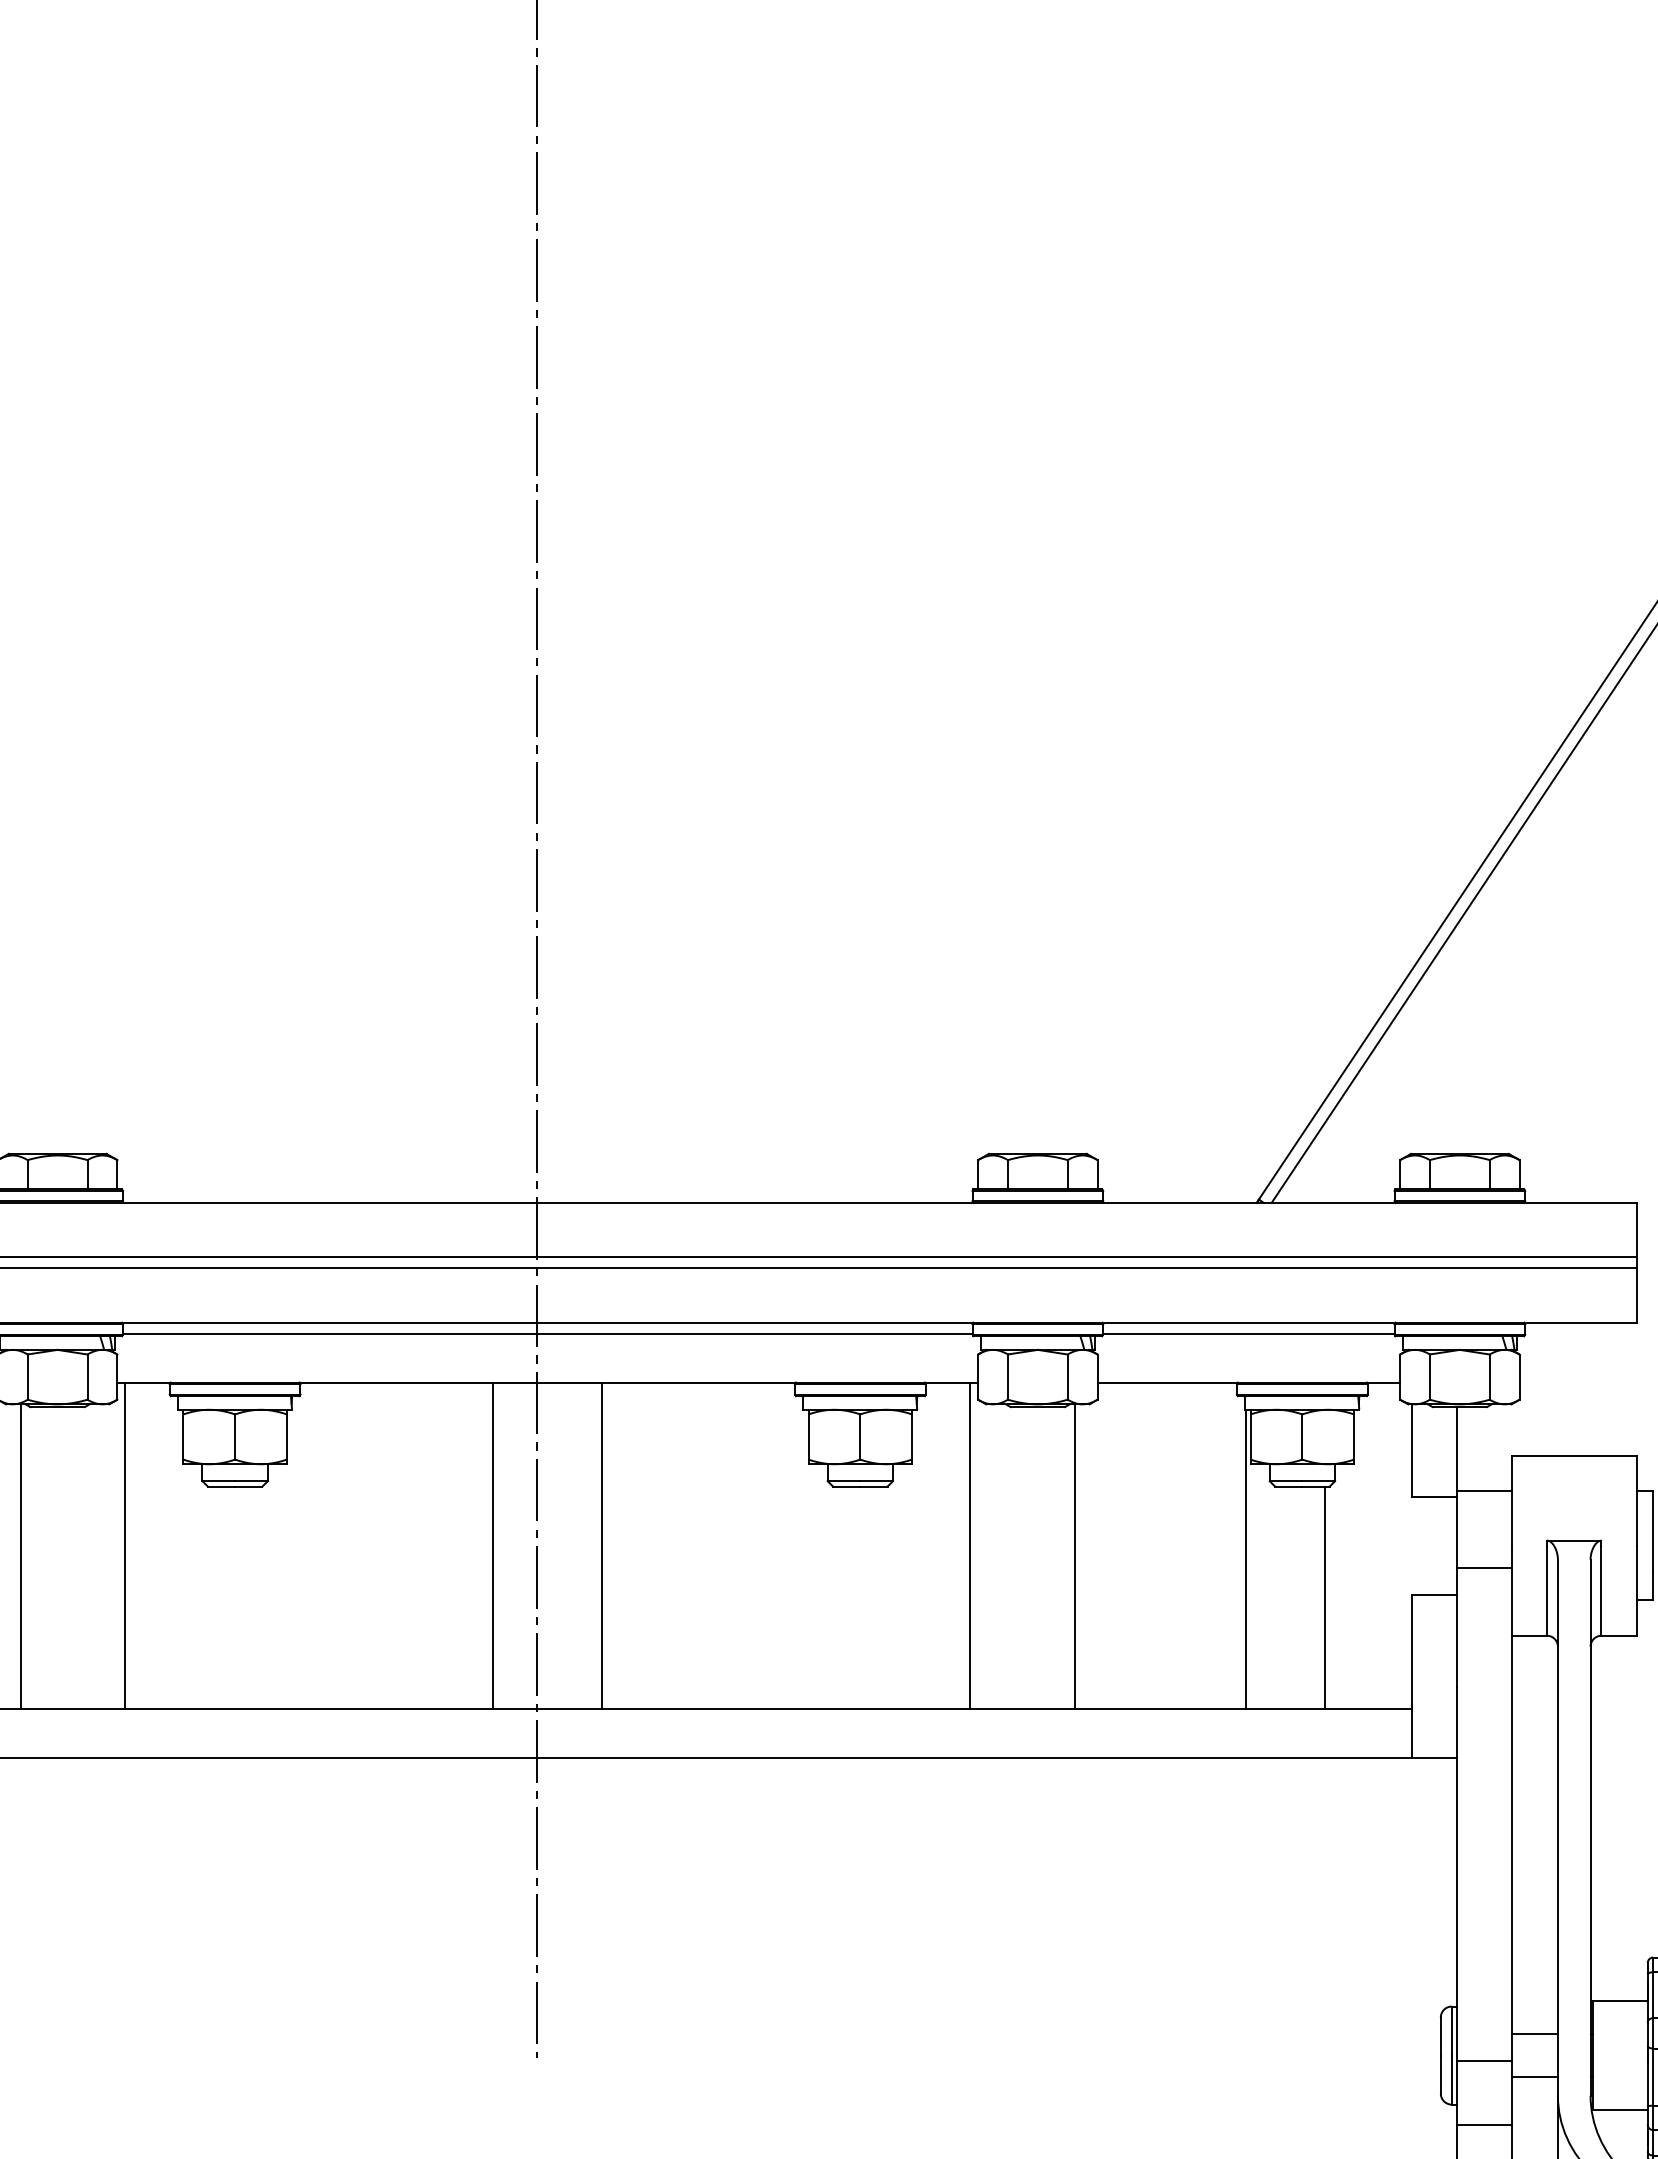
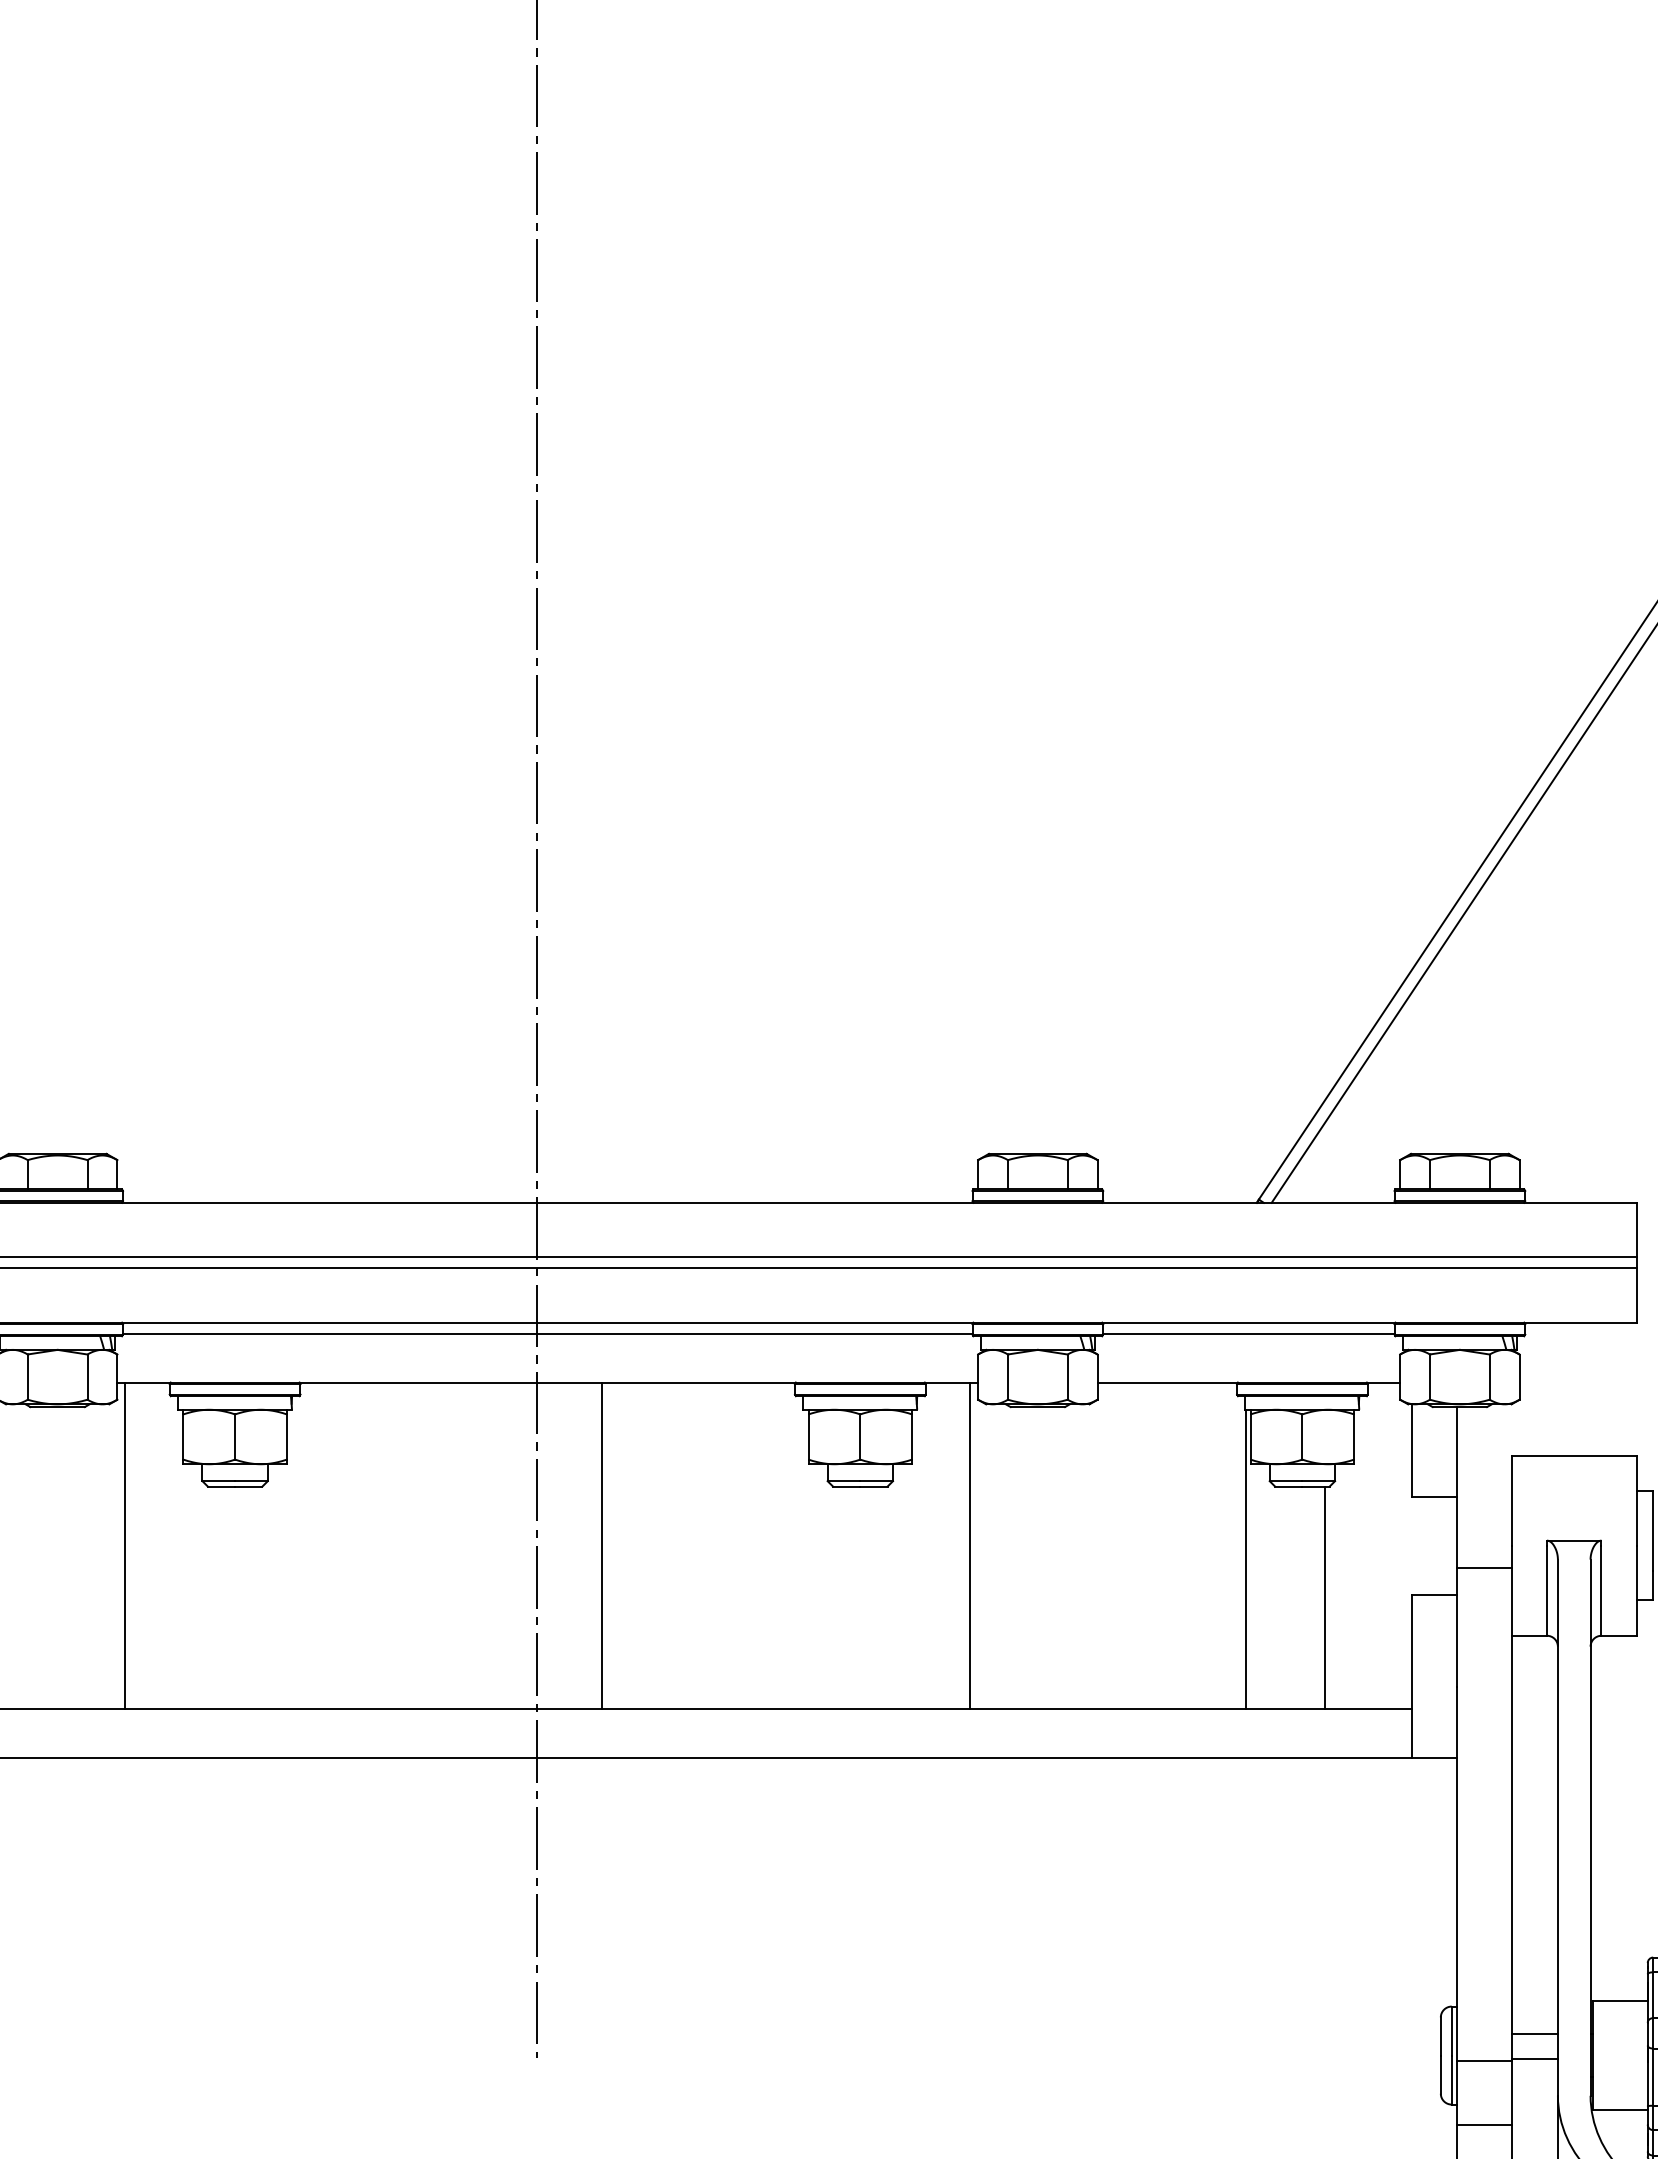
line at (1484, 1491): present -> none
line at (493, 1545): present -> none
line at (20, 1556): present -> none
line at (1074, 1556): present -> none
line at (1534, 2077) position: (1534, 2077) -> (1534, 2059)
